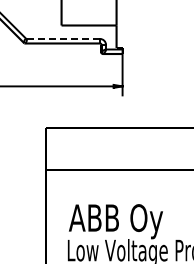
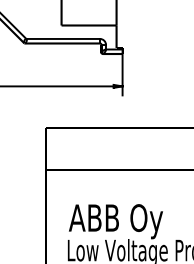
line at (63, 38): dashed -> solid
